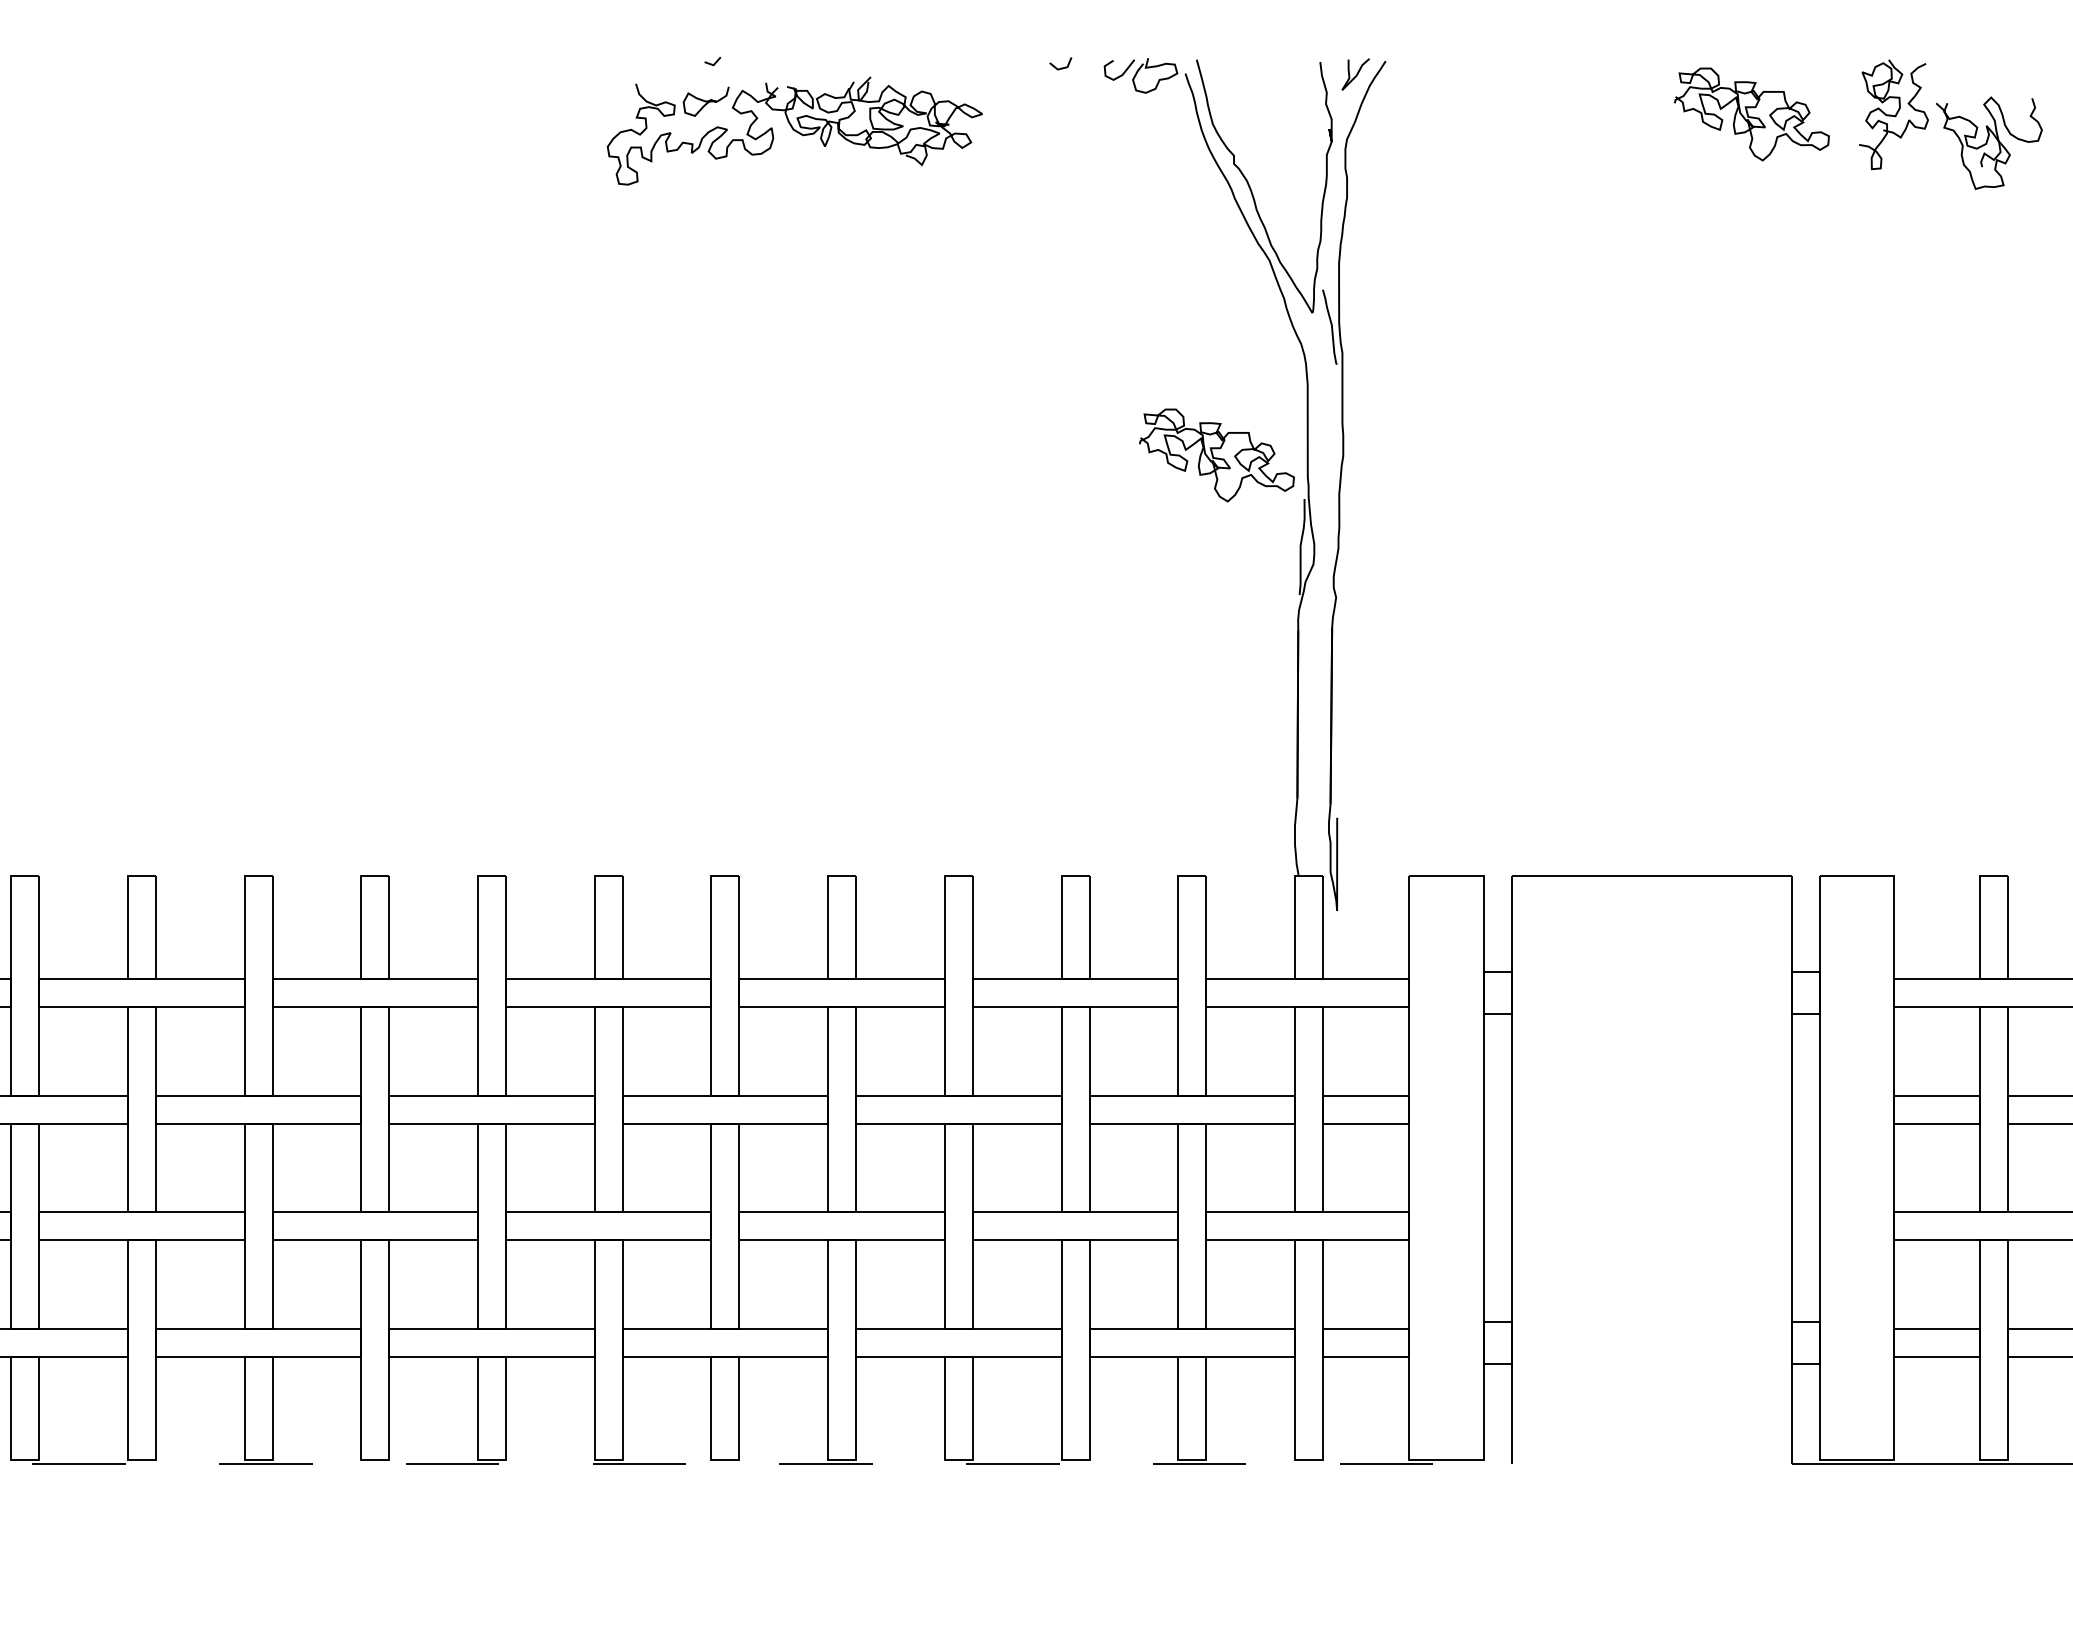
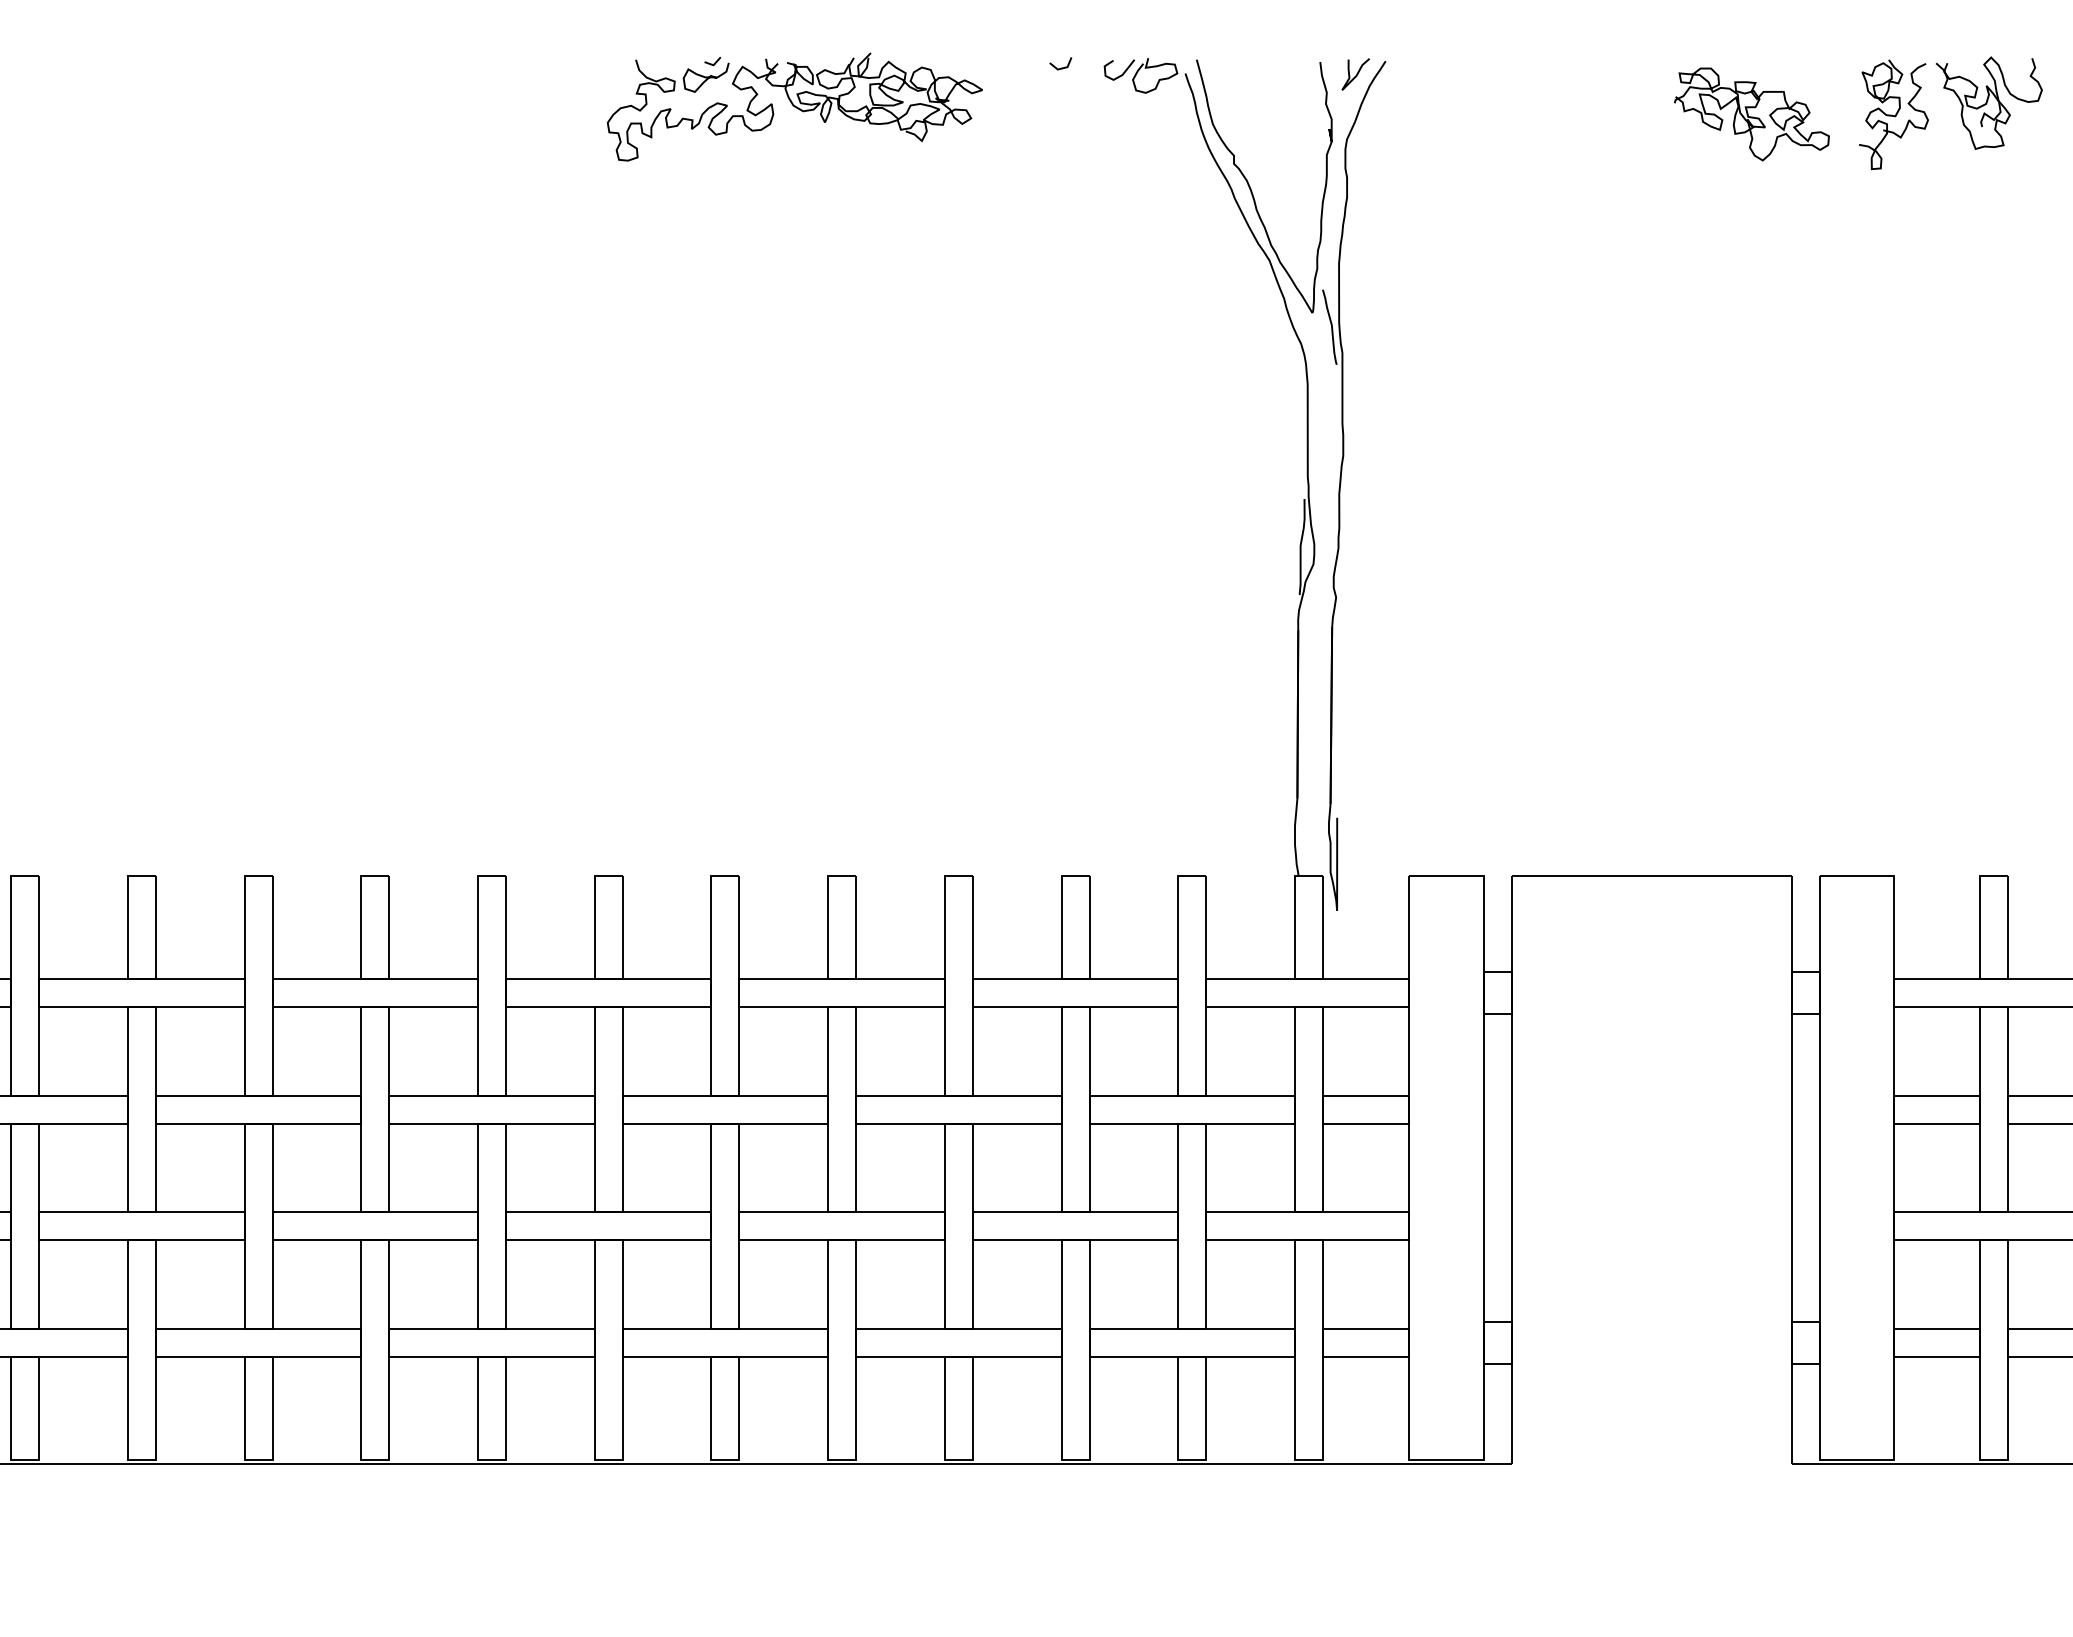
part at (794, 130) position: (794, 130) -> (794, 106)
part at (1989, 142) position: (1989, 142) -> (1989, 102)
curve at (1216, 457): present -> none
line at (755, 1464): dashed -> solid
